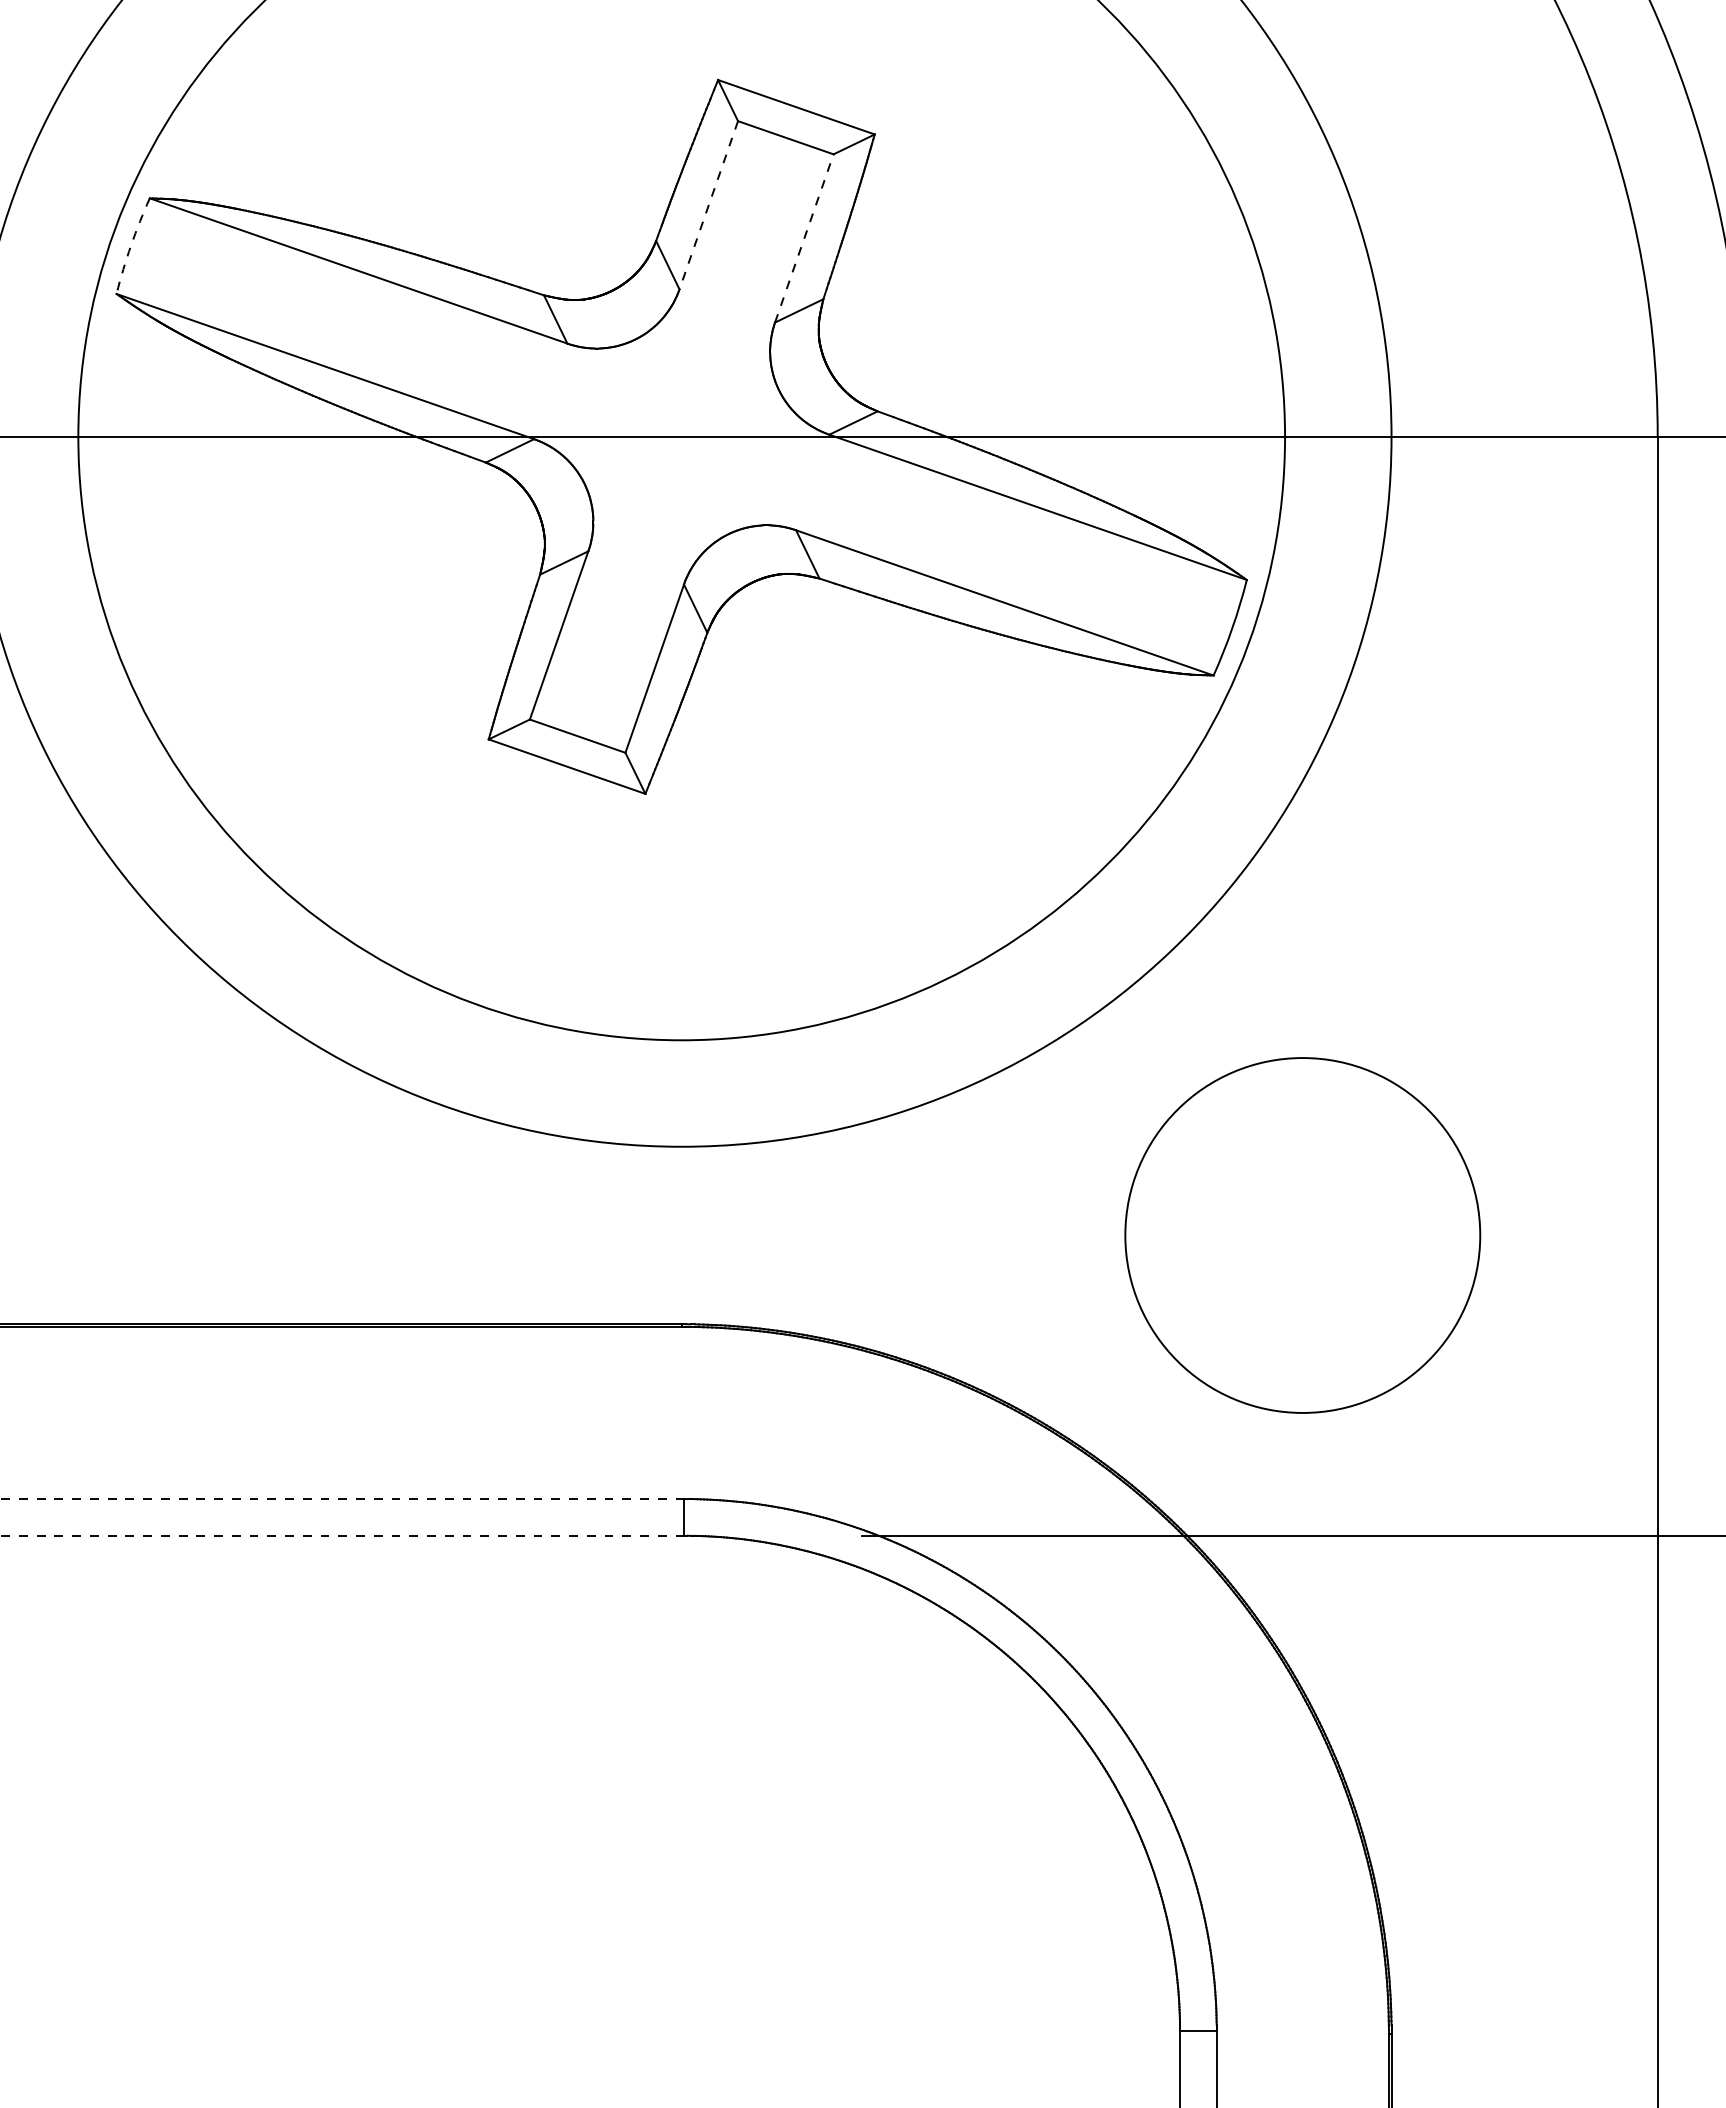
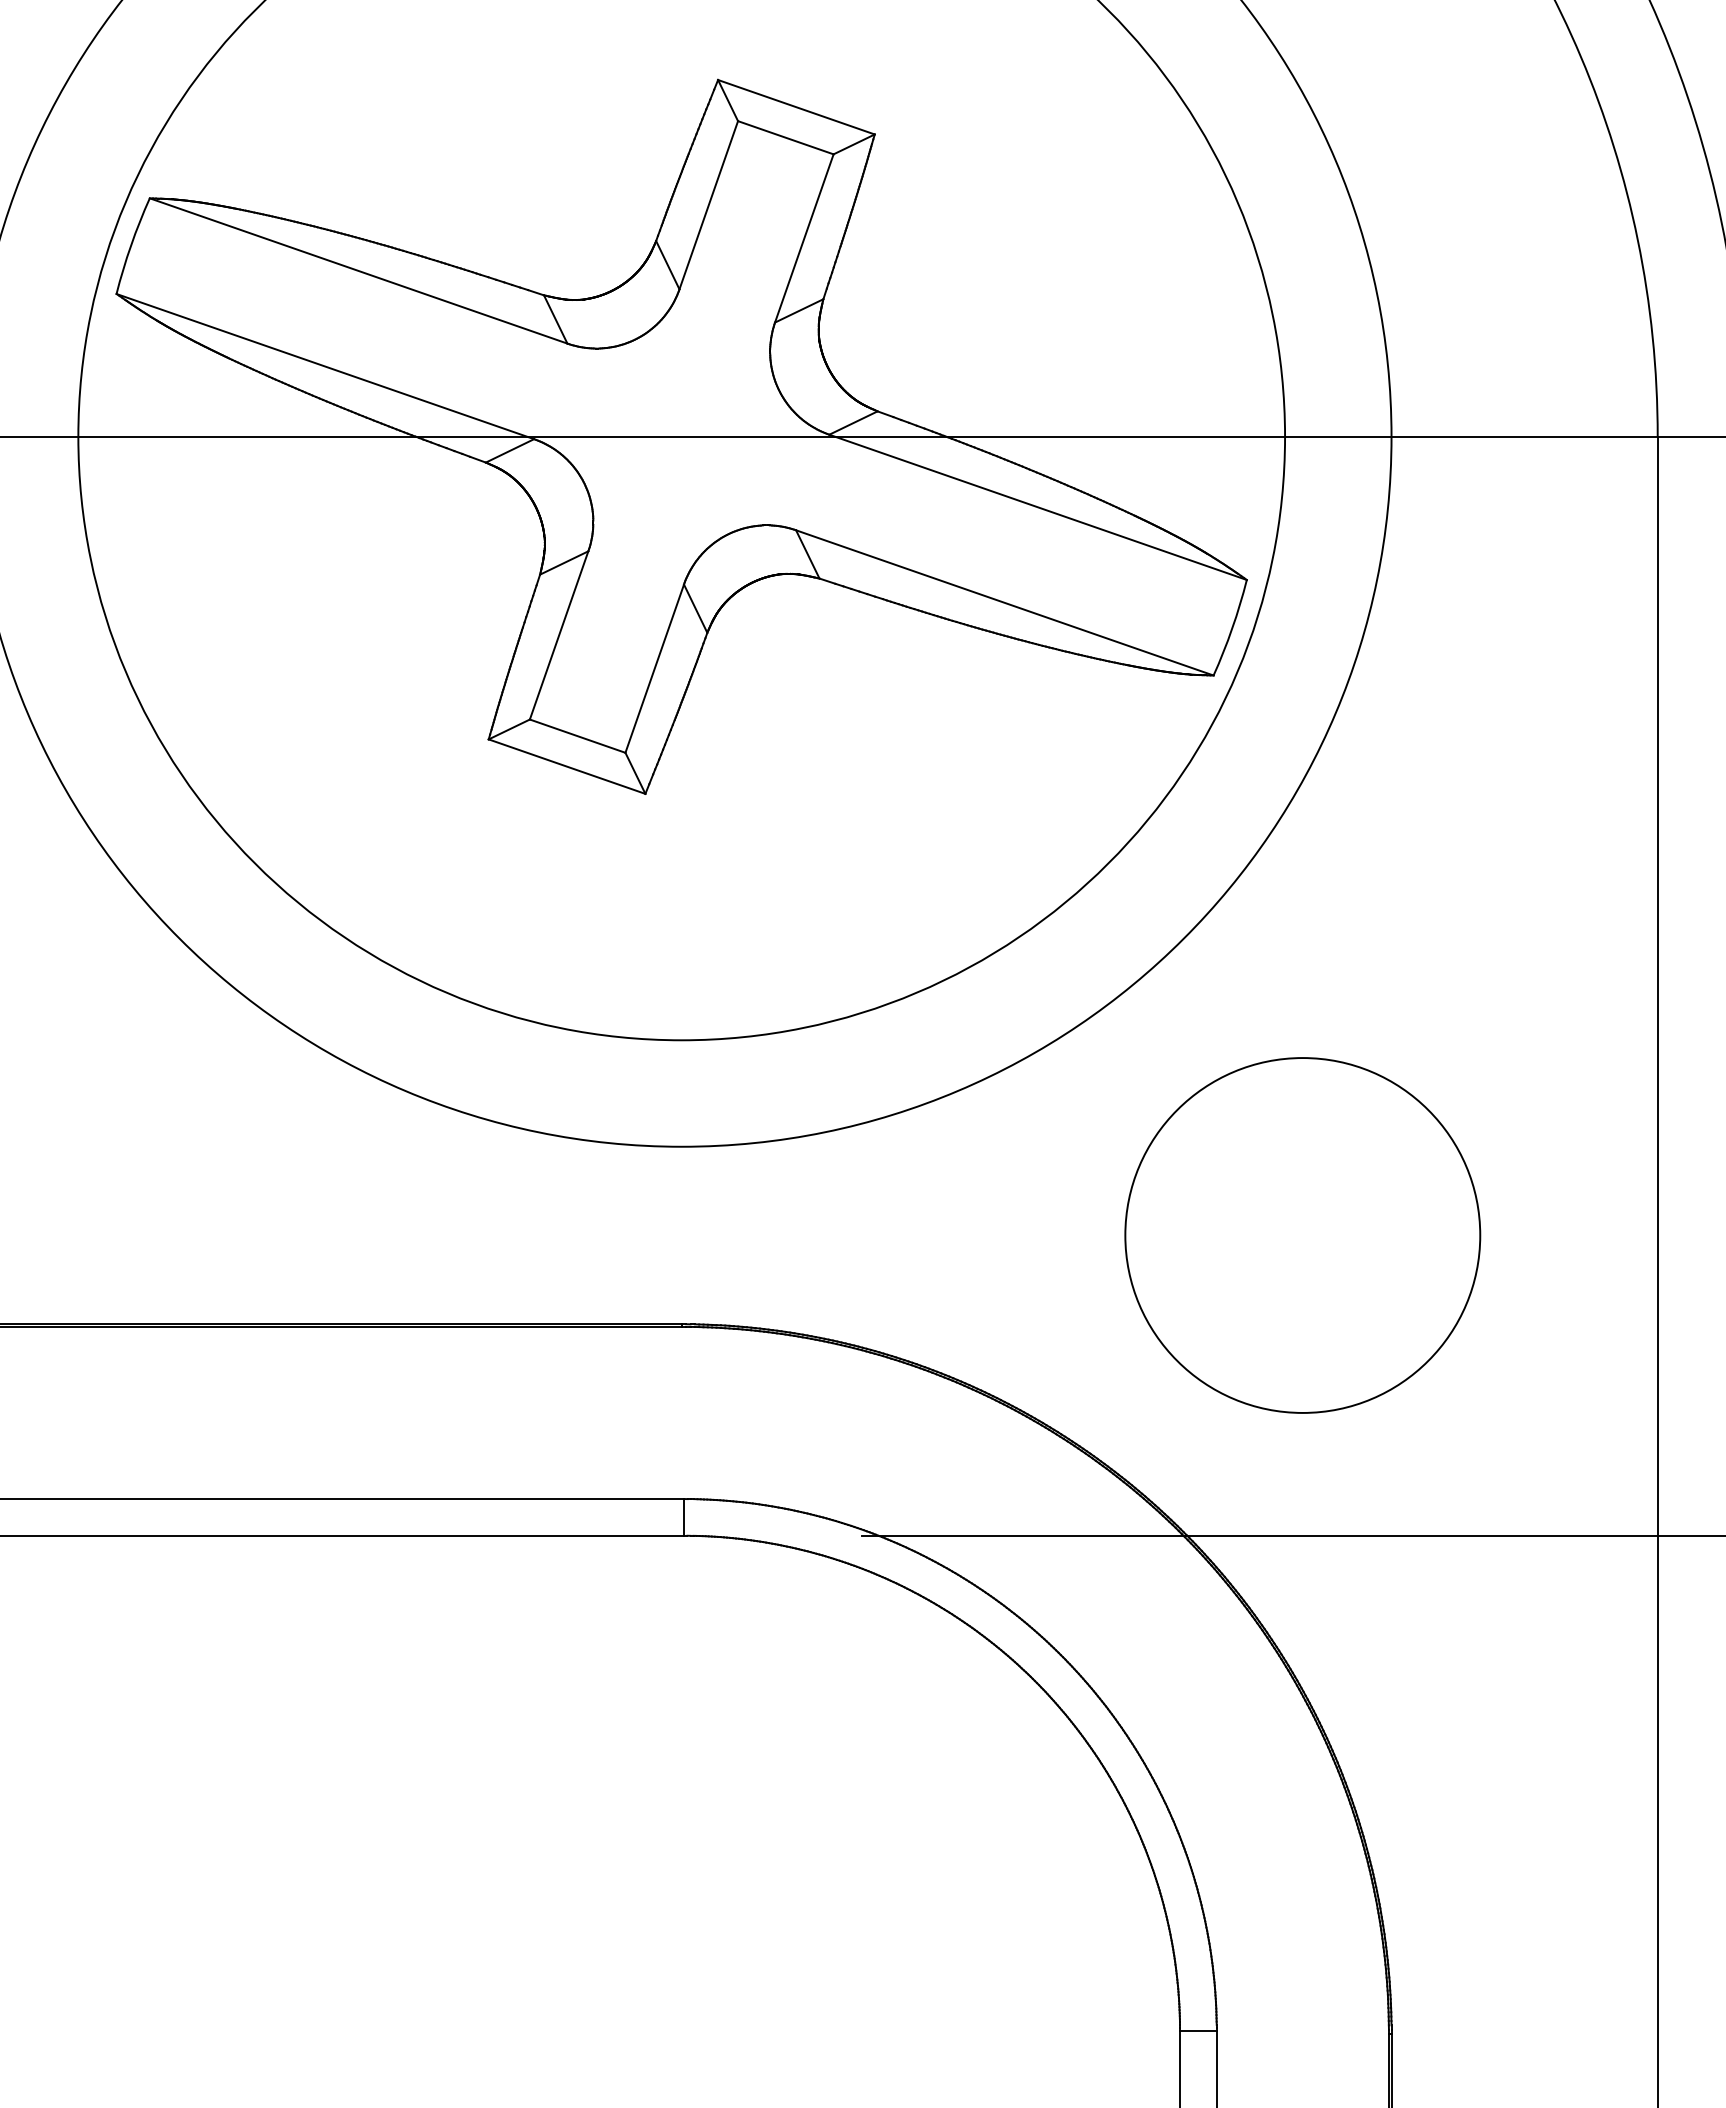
line at (708, 205): dashed -> solid
line at (804, 237): dashed -> solid
arc at (131, 245): dashed -> solid
line at (342, 1499): dashed -> solid
line at (342, 1535): dashed -> solid
